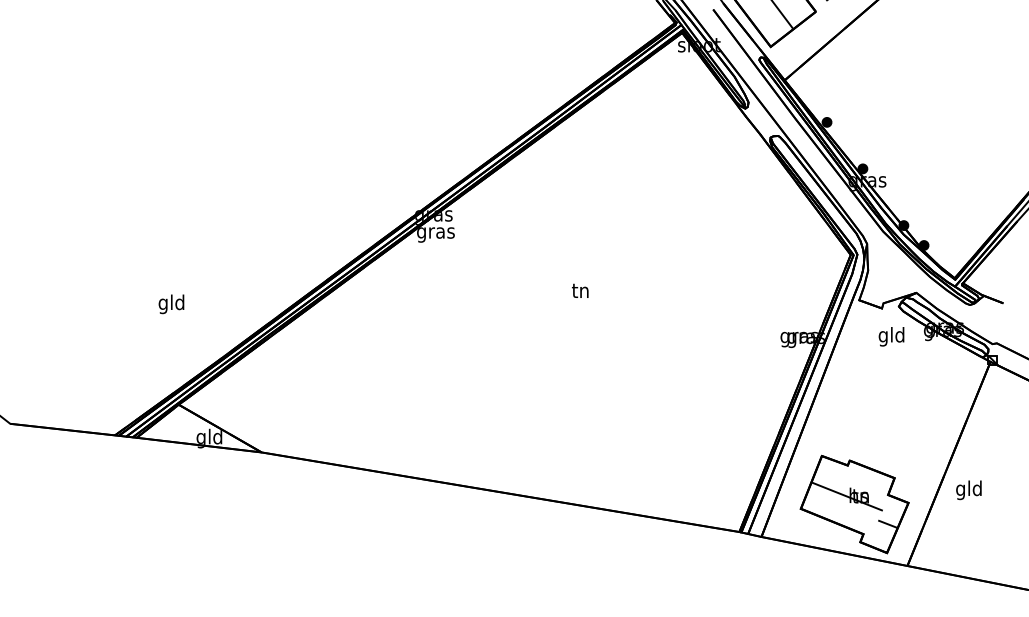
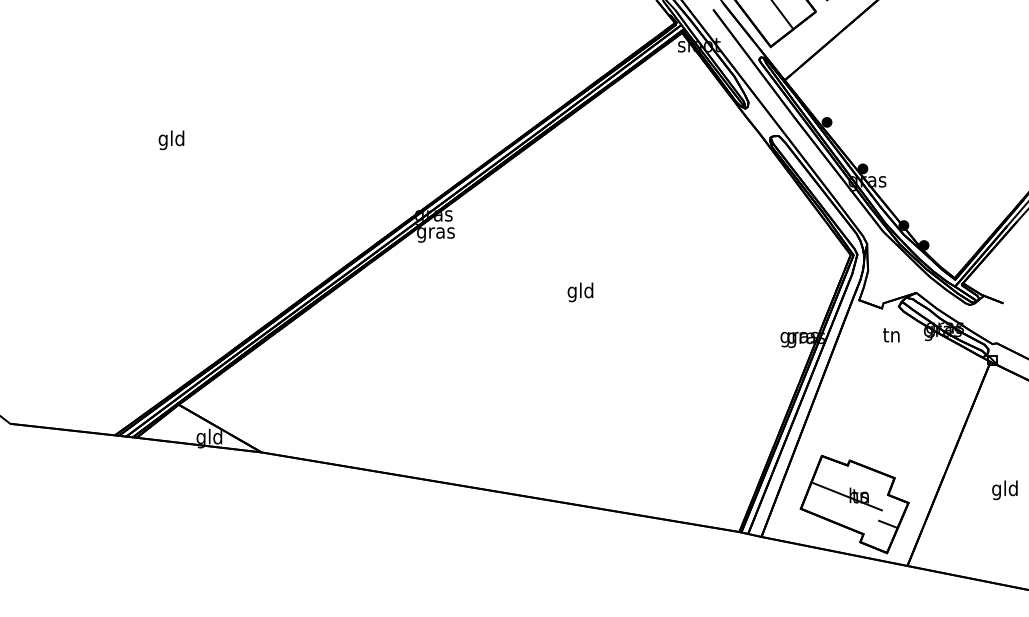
text at (580, 292): tn -> gld
text at (171, 304) position: (171, 304) -> (171, 140)
text at (891, 336): gld -> tn
text at (968, 490) position: (968, 490) -> (1004, 490)
